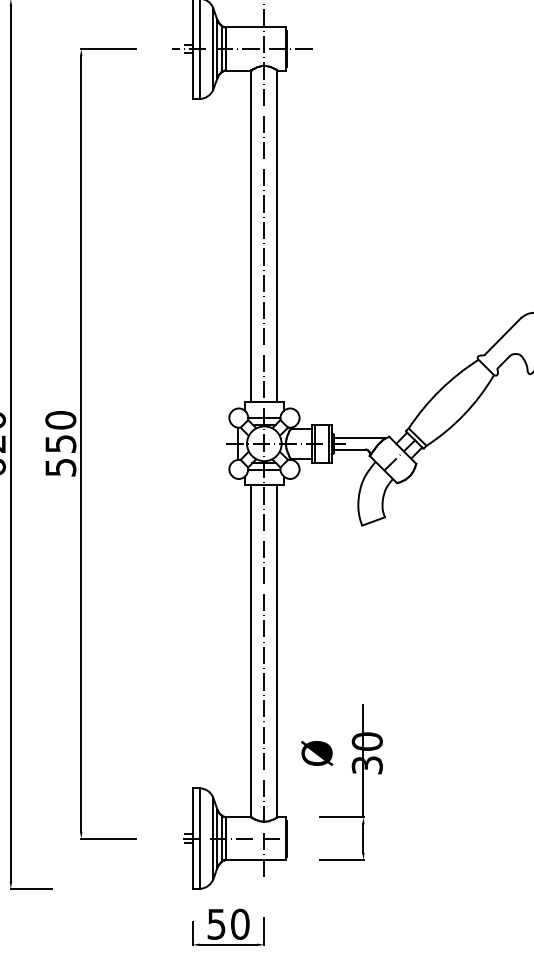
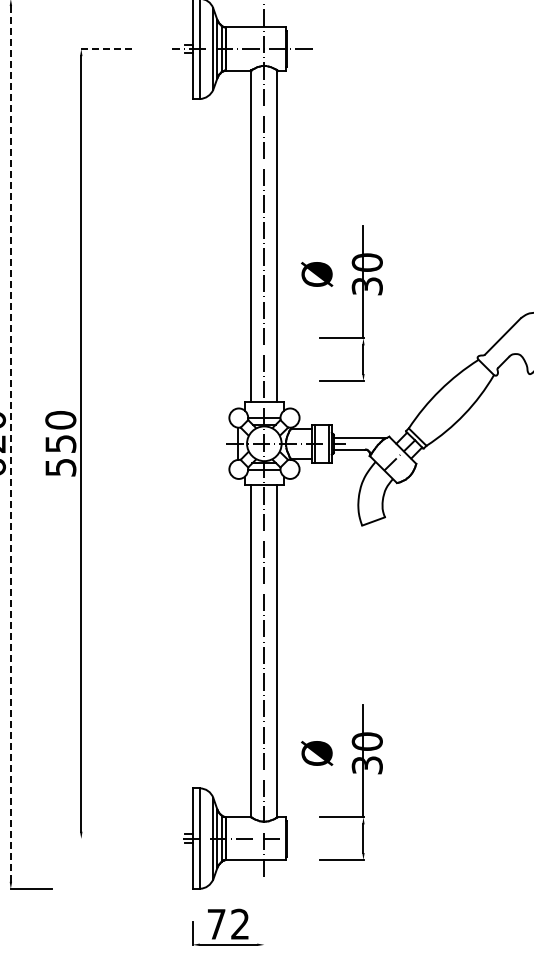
line at (108, 48): solid -> dashed
part at (352, 293): none -> present
line at (10, 443): solid -> dashed
line at (108, 838): present -> none
text at (228, 923): 50 -> 72
line at (264, 931): present -> none
